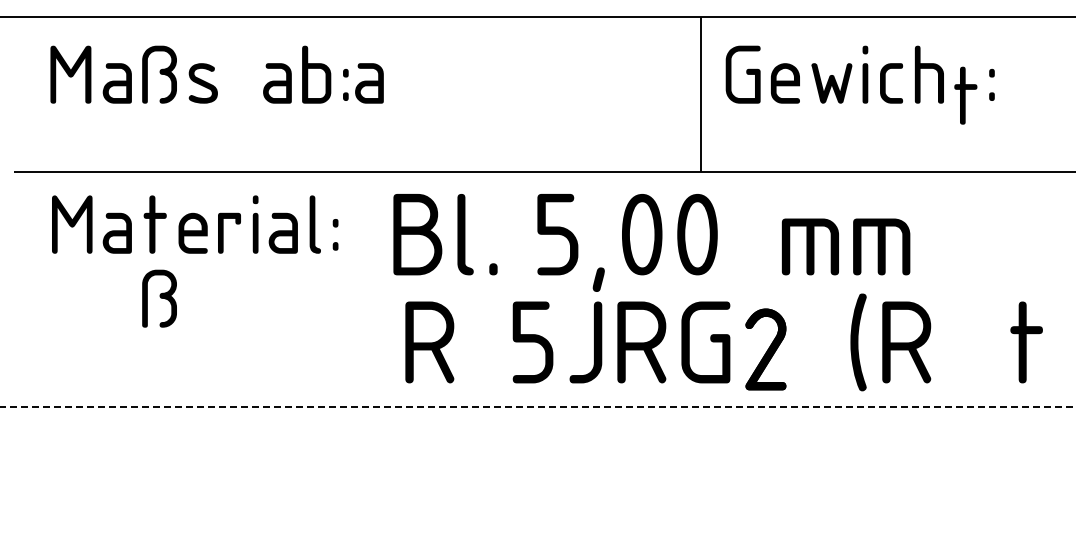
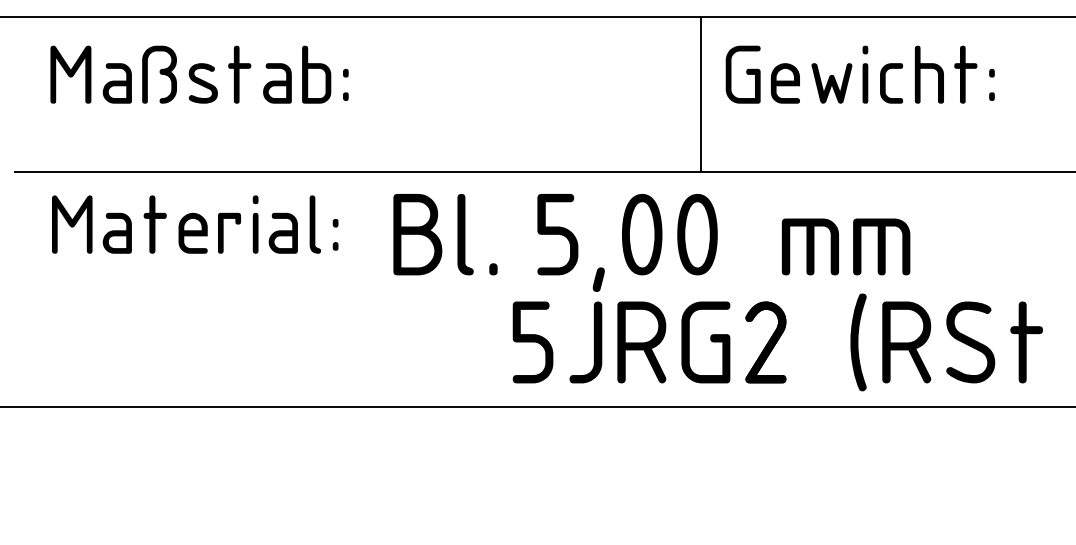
fill at (239, 74): none -> present
part at (369, 83): present -> none
part at (965, 95) position: (965, 95) -> (965, 74)
part at (159, 298): present -> none
part at (429, 342): present -> none
fill at (970, 342): none -> present
part at (765, 349) position: (765, 349) -> (765, 342)
line at (538, 406): dashed -> solid
